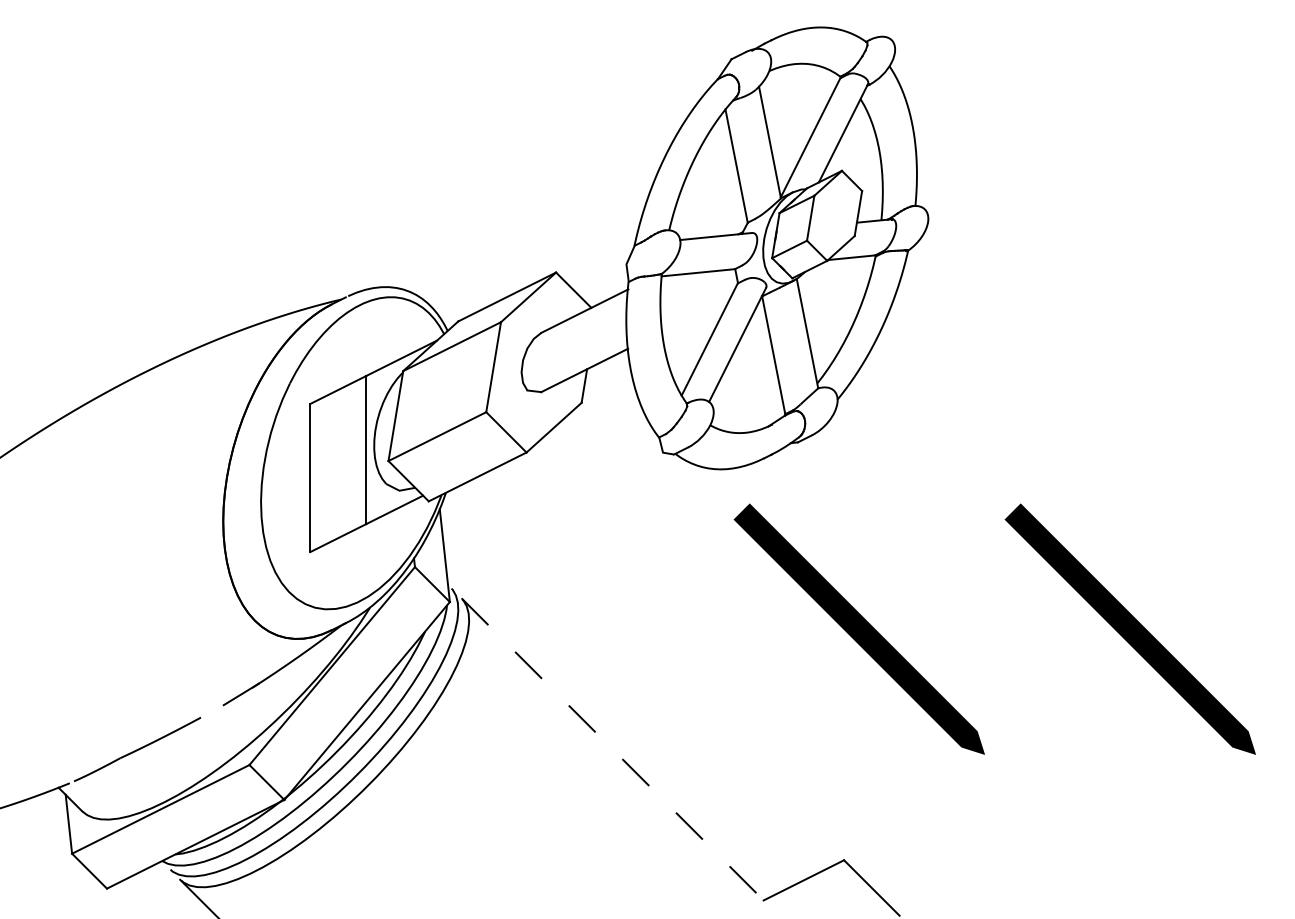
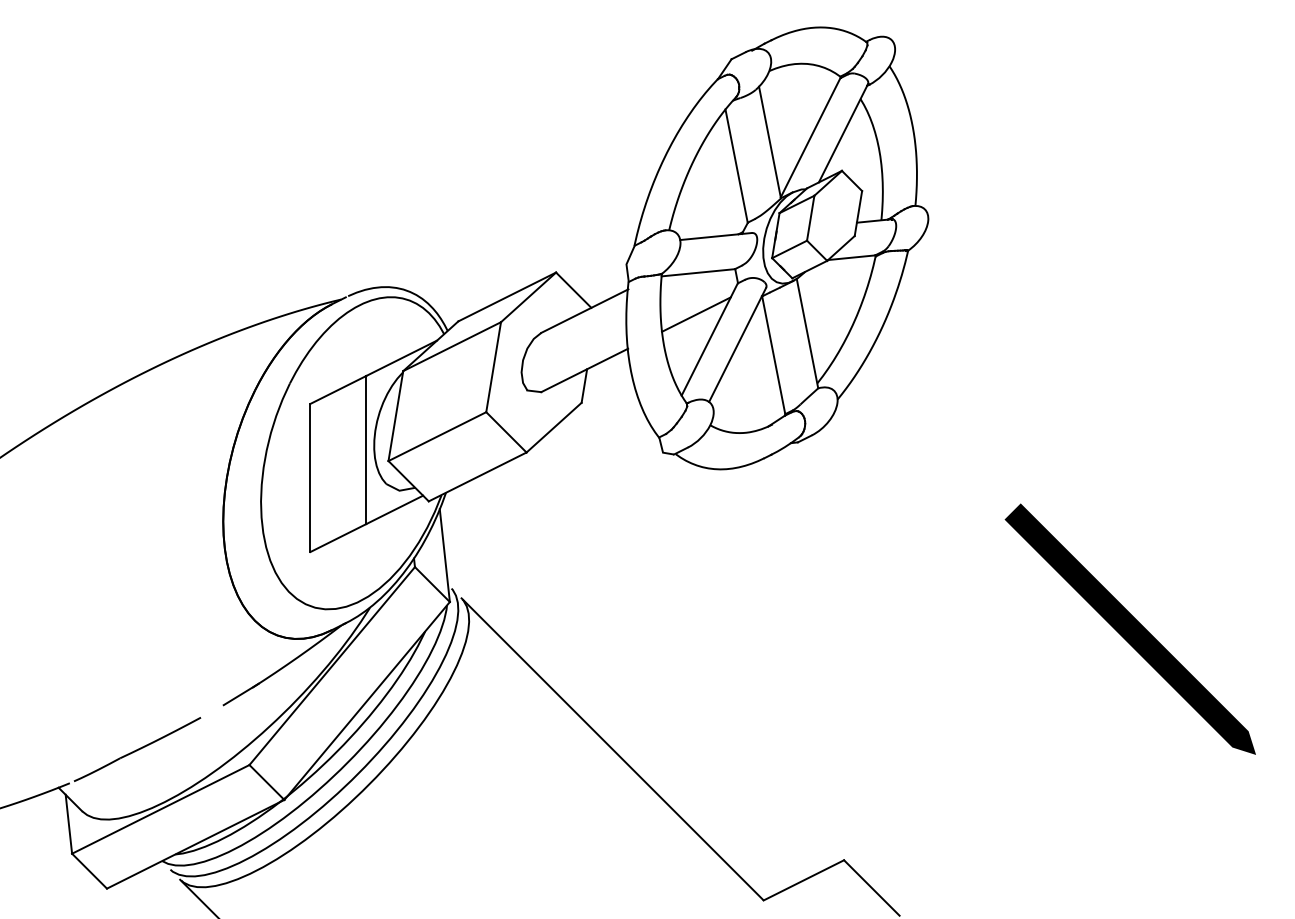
line at (696, 314): none -> present
line at (858, 628): present -> none
line at (612, 749): dashed -> solid
